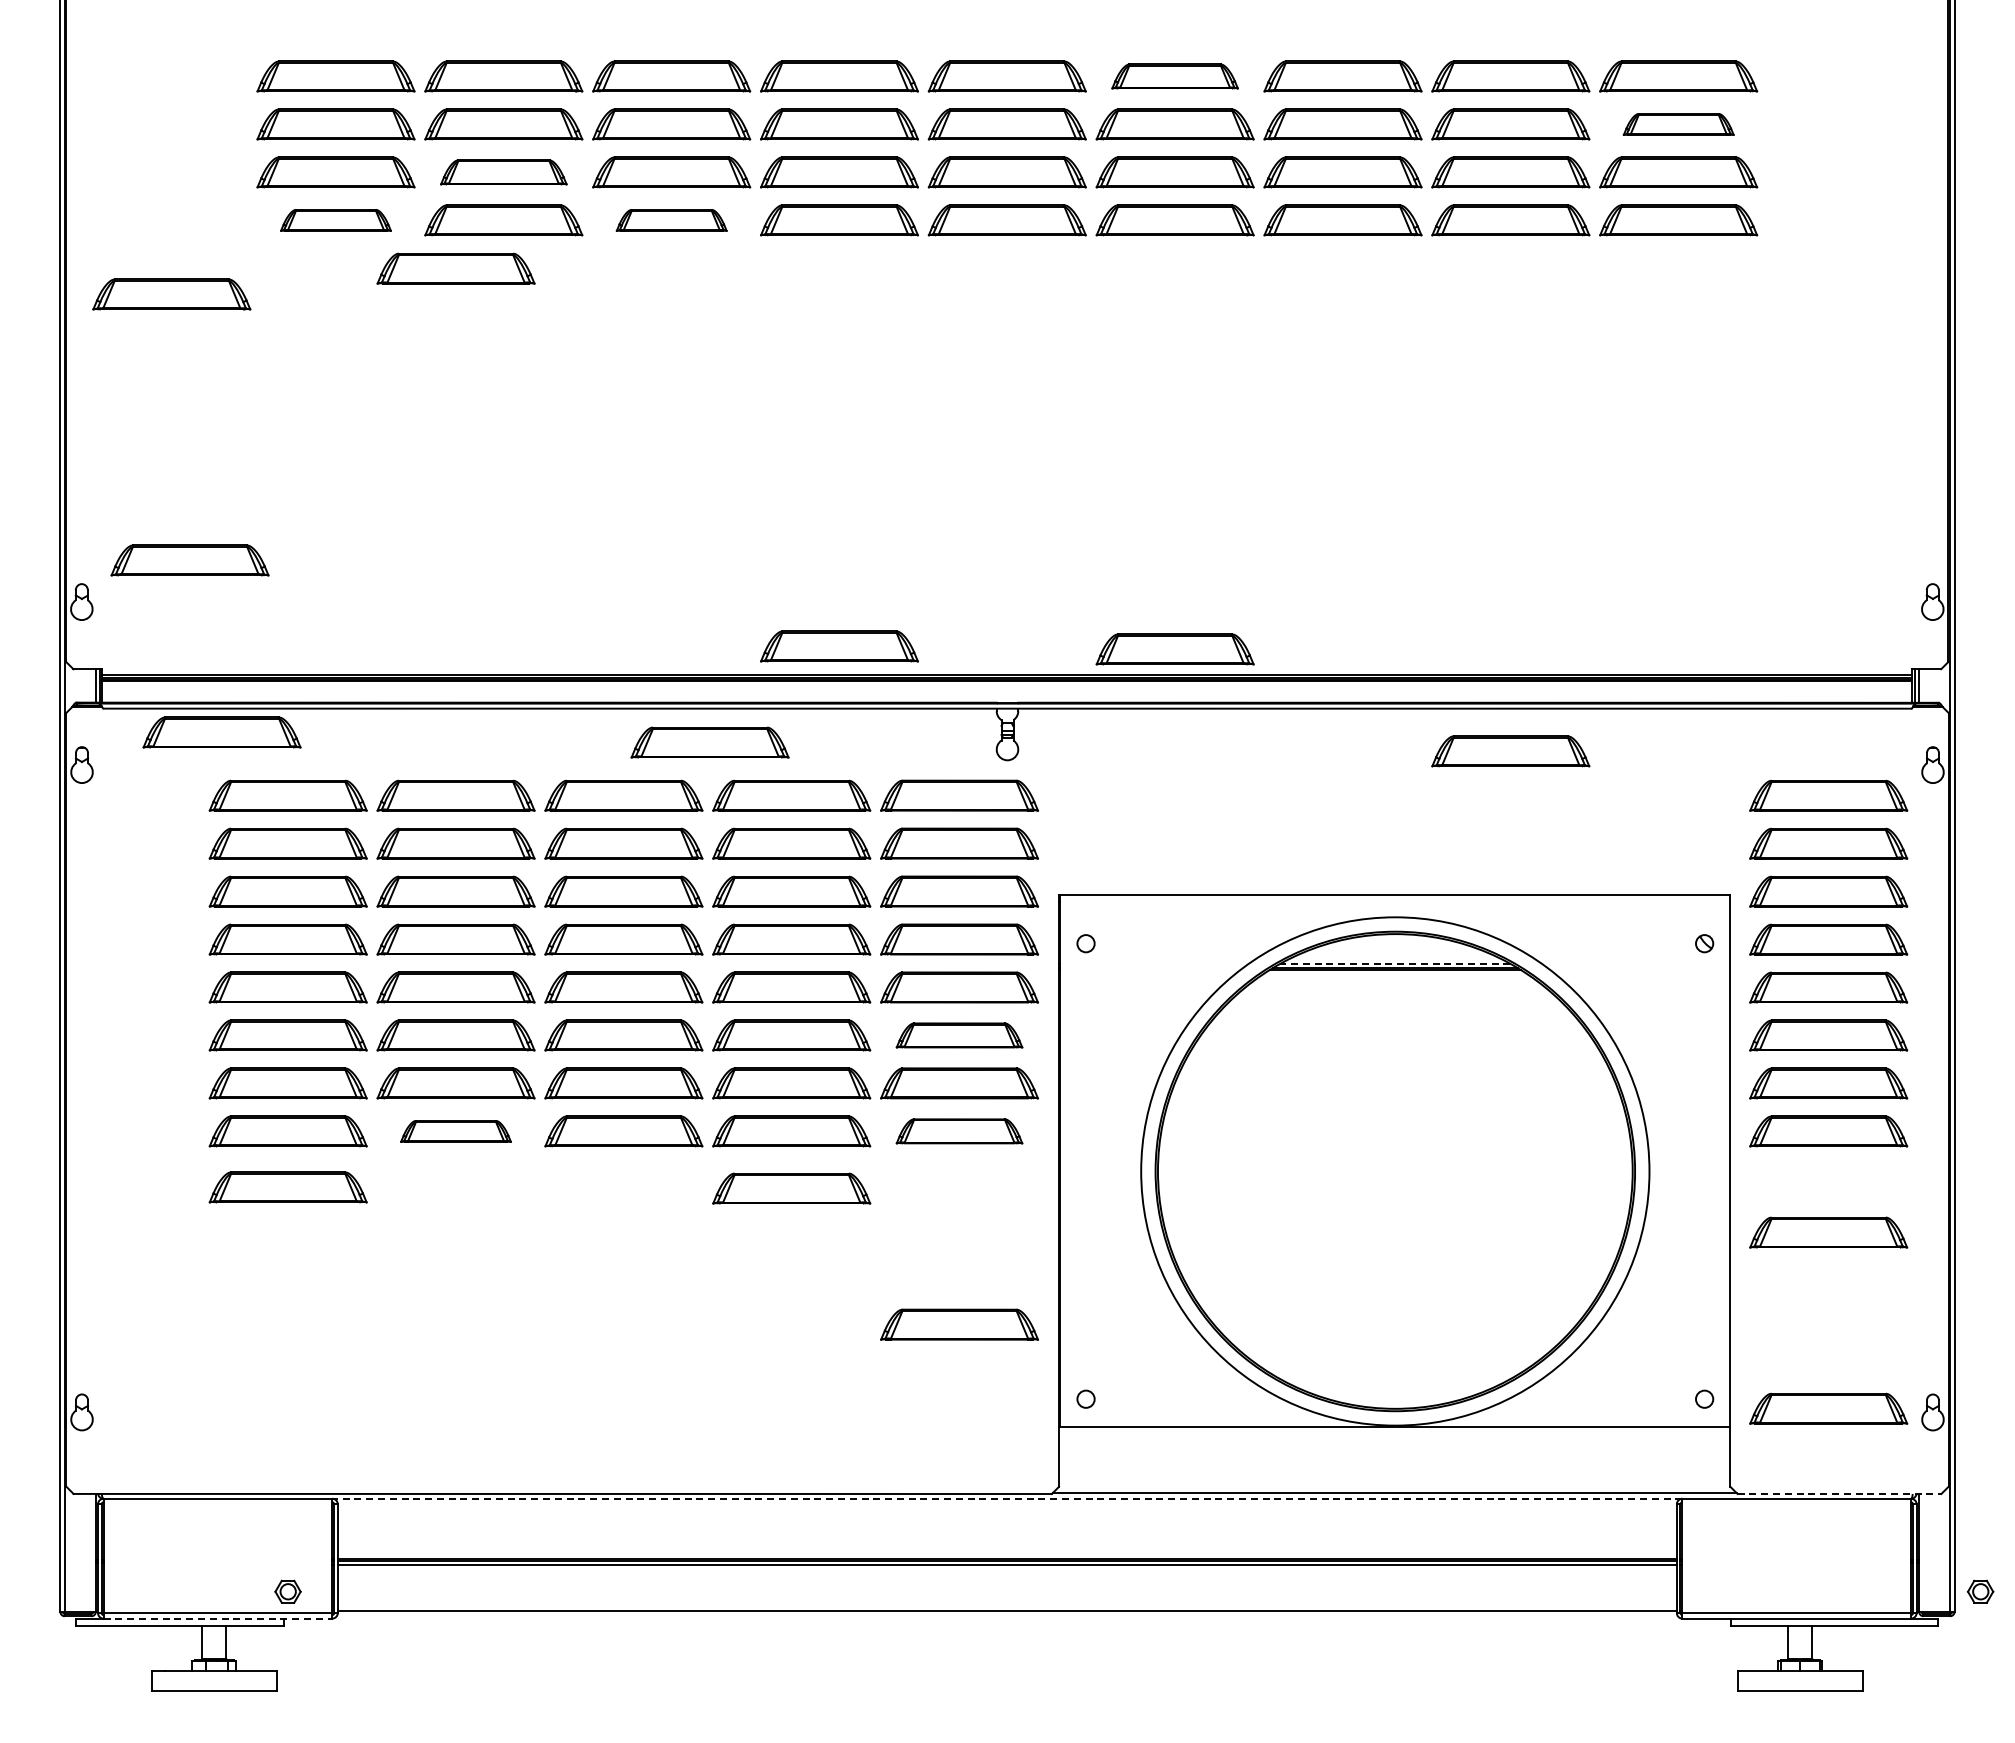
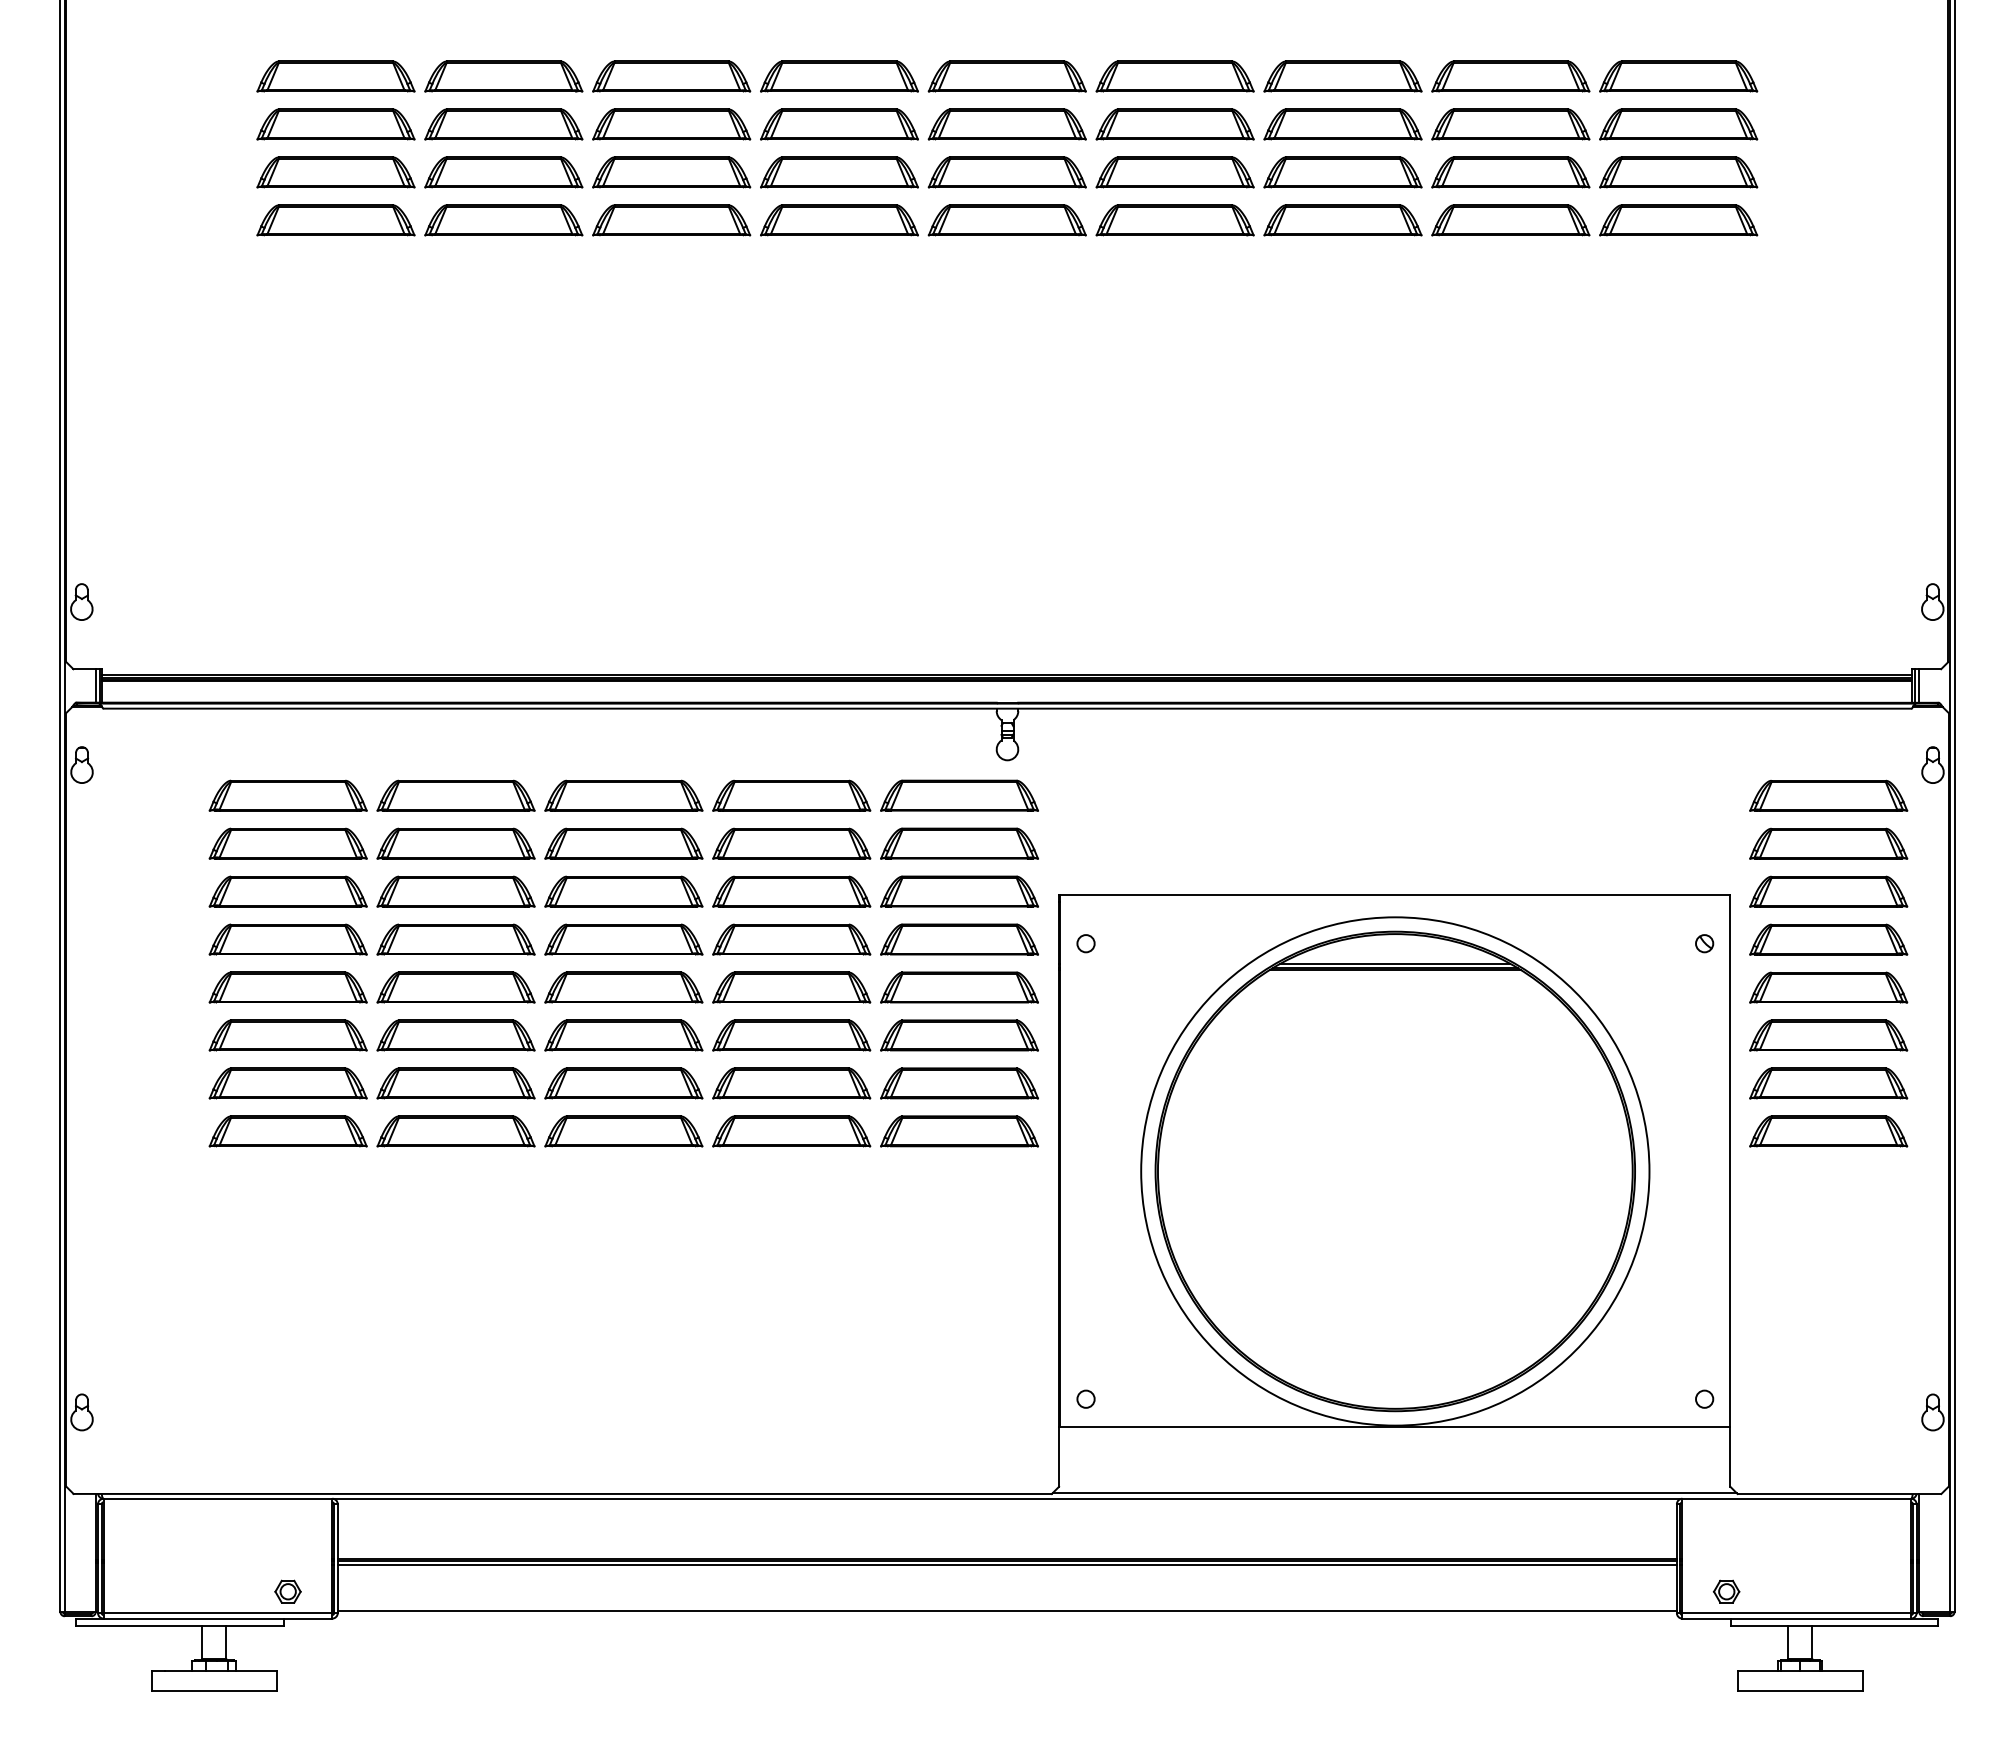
part at (1174, 76) size: 128x27 px -> 160x33 px
part at (1678, 124) size: 113x23 px -> 160x33 px
part at (503, 172) size: 128x27 px -> 160x33 px
part at (335, 220) size: 112x23 px -> 160x33 px
part at (671, 220) size: 113x23 px -> 160x33 px
part at (455, 268): present -> none
part at (171, 294): present -> none
part at (189, 560): present -> none
part at (839, 646): present -> none
part at (1174, 649): present -> none
part at (221, 732): present -> none
part at (709, 742): present -> none
part at (1510, 751): present -> none
line at (1394, 963): dashed -> solid
part at (959, 1035) size: 129x27 px -> 159x33 px
part at (455, 1131) size: 112x23 px -> 160x33 px
part at (959, 1131) size: 129x27 px -> 159x33 px
part at (287, 1187): present -> none
part at (791, 1188): present -> none
part at (1828, 1232): present -> none
part at (959, 1324): present -> none
part at (1828, 1408): present -> none
line at (1839, 1494): dashed -> solid
line at (1006, 1498): dashed -> solid
part at (1980, 1591) position: (1980, 1591) -> (1726, 1591)
line at (218, 1618): dashed -> solid
